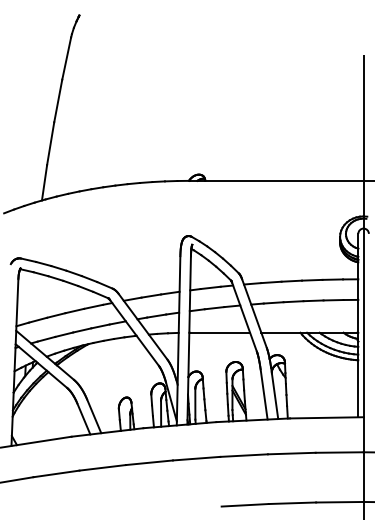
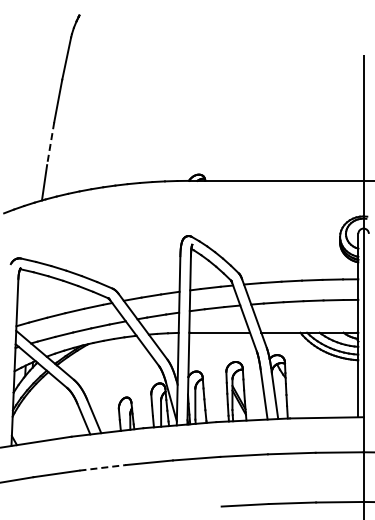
line at (50, 143): solid -> dashed
line at (103, 467): solid -> dashed
